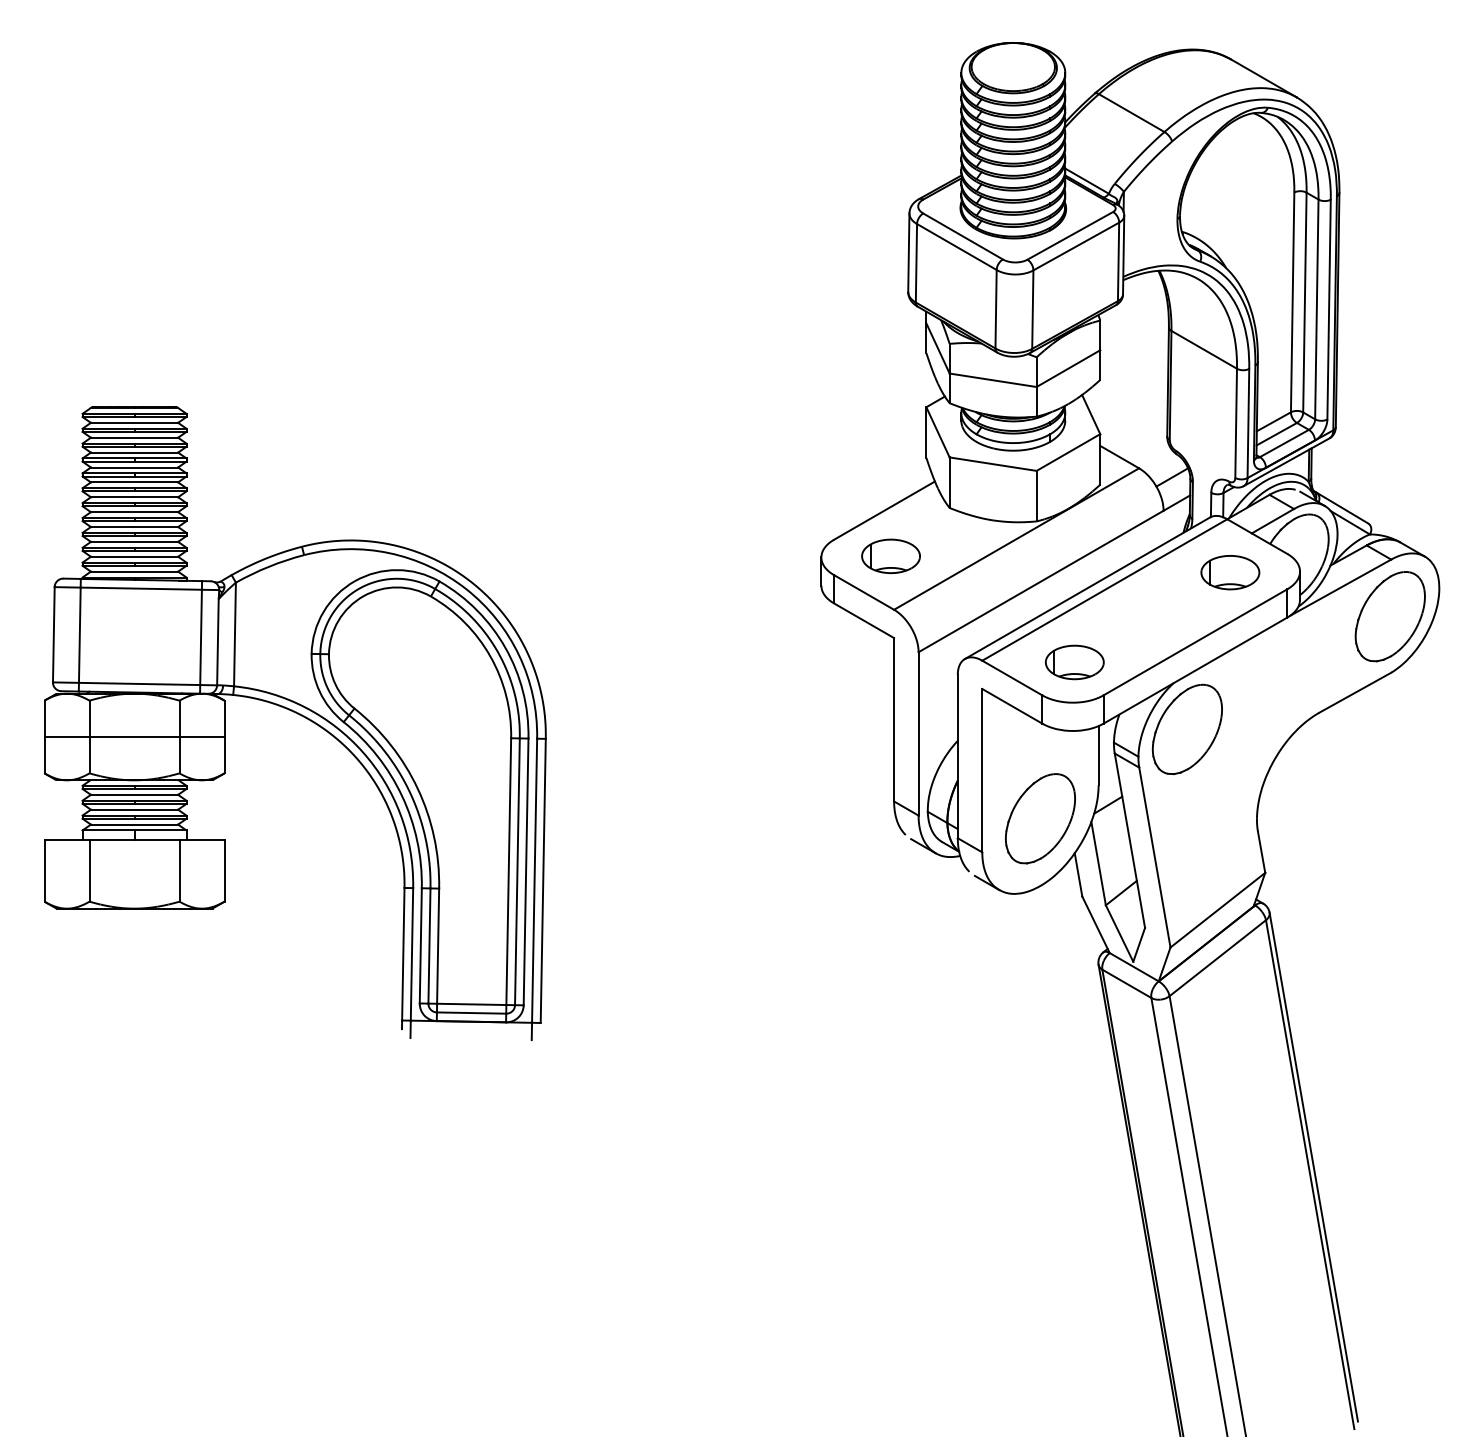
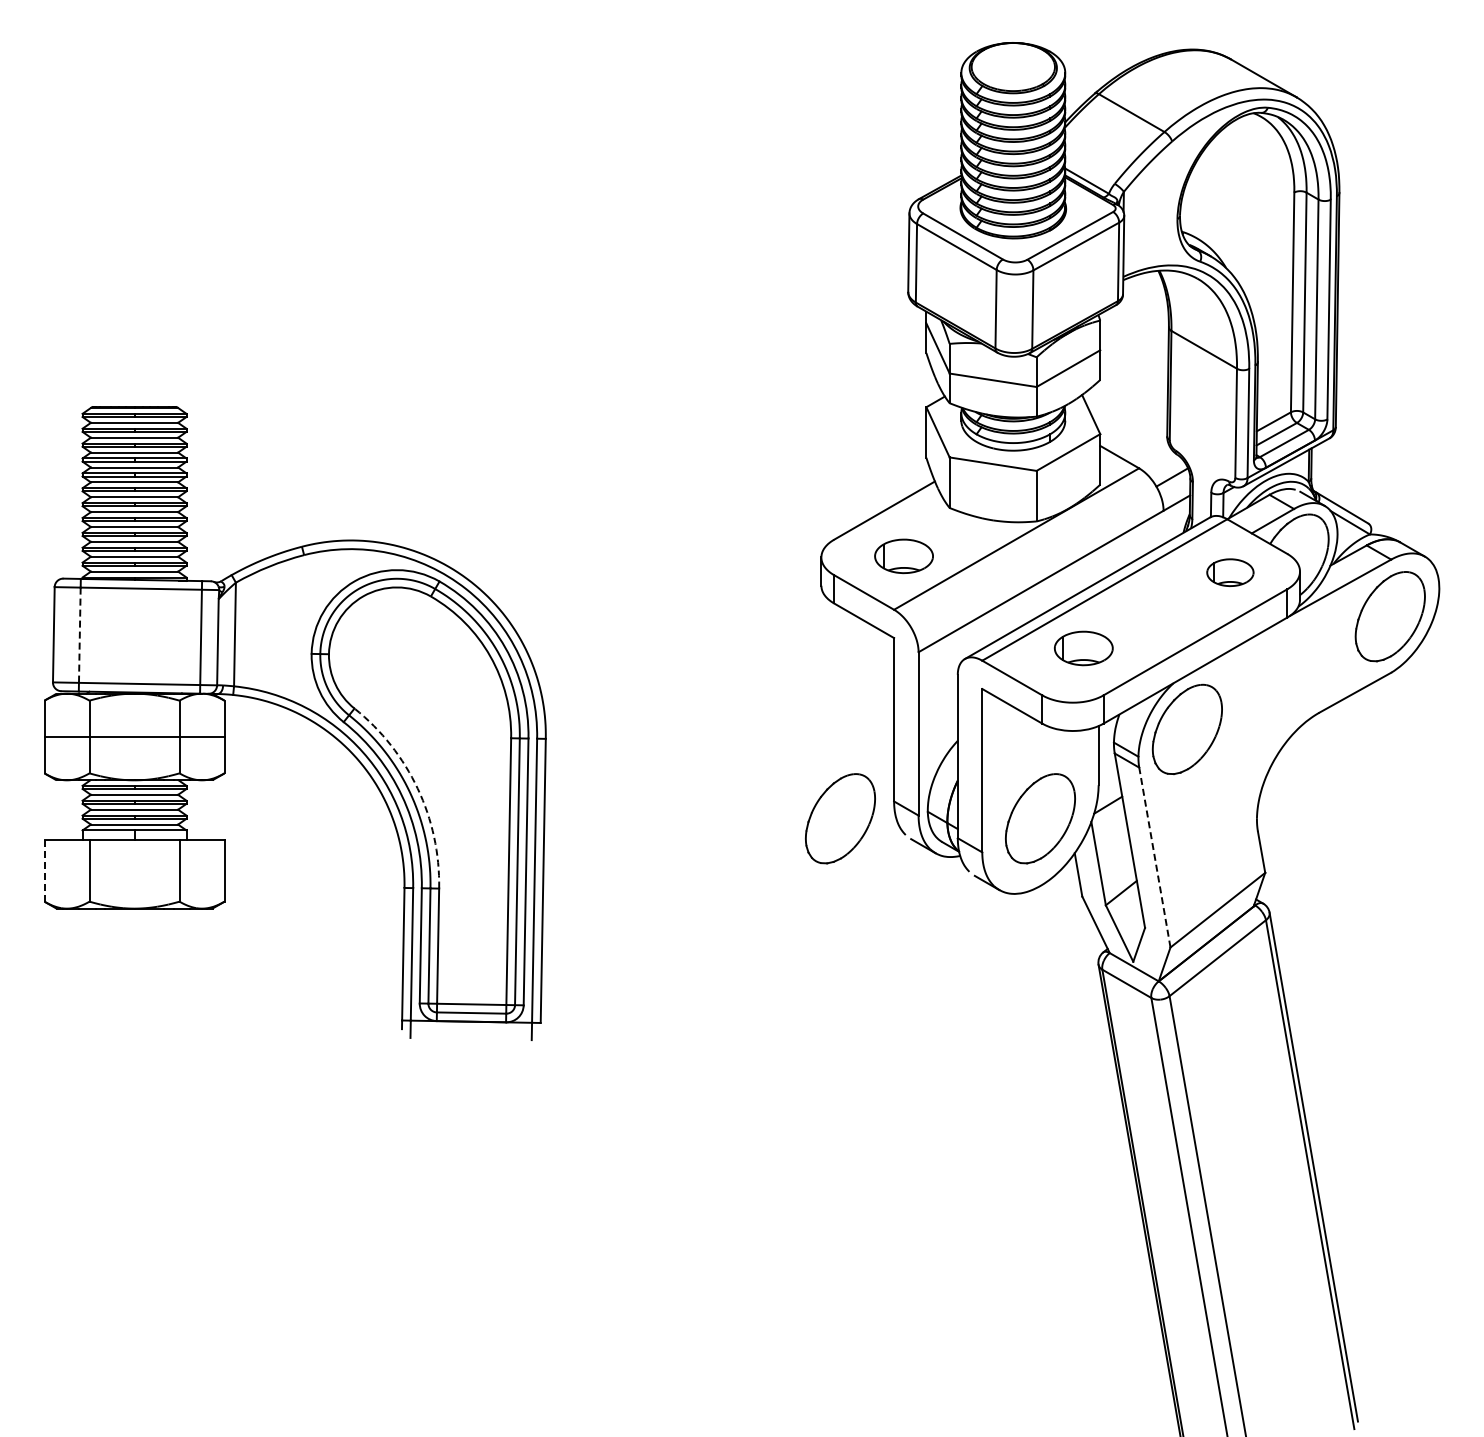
part at (890, 556) position: (890, 556) -> (903, 556)
part at (1230, 572) size: 61x36 px -> 49x29 px
line at (79, 635): solid -> dashed
part at (1074, 662) position: (1074, 662) -> (1083, 648)
arc at (417, 788): solid -> dashed
part at (840, 818): none -> present
line at (1154, 857): solid -> dashed
line at (44, 870): solid -> dashed
